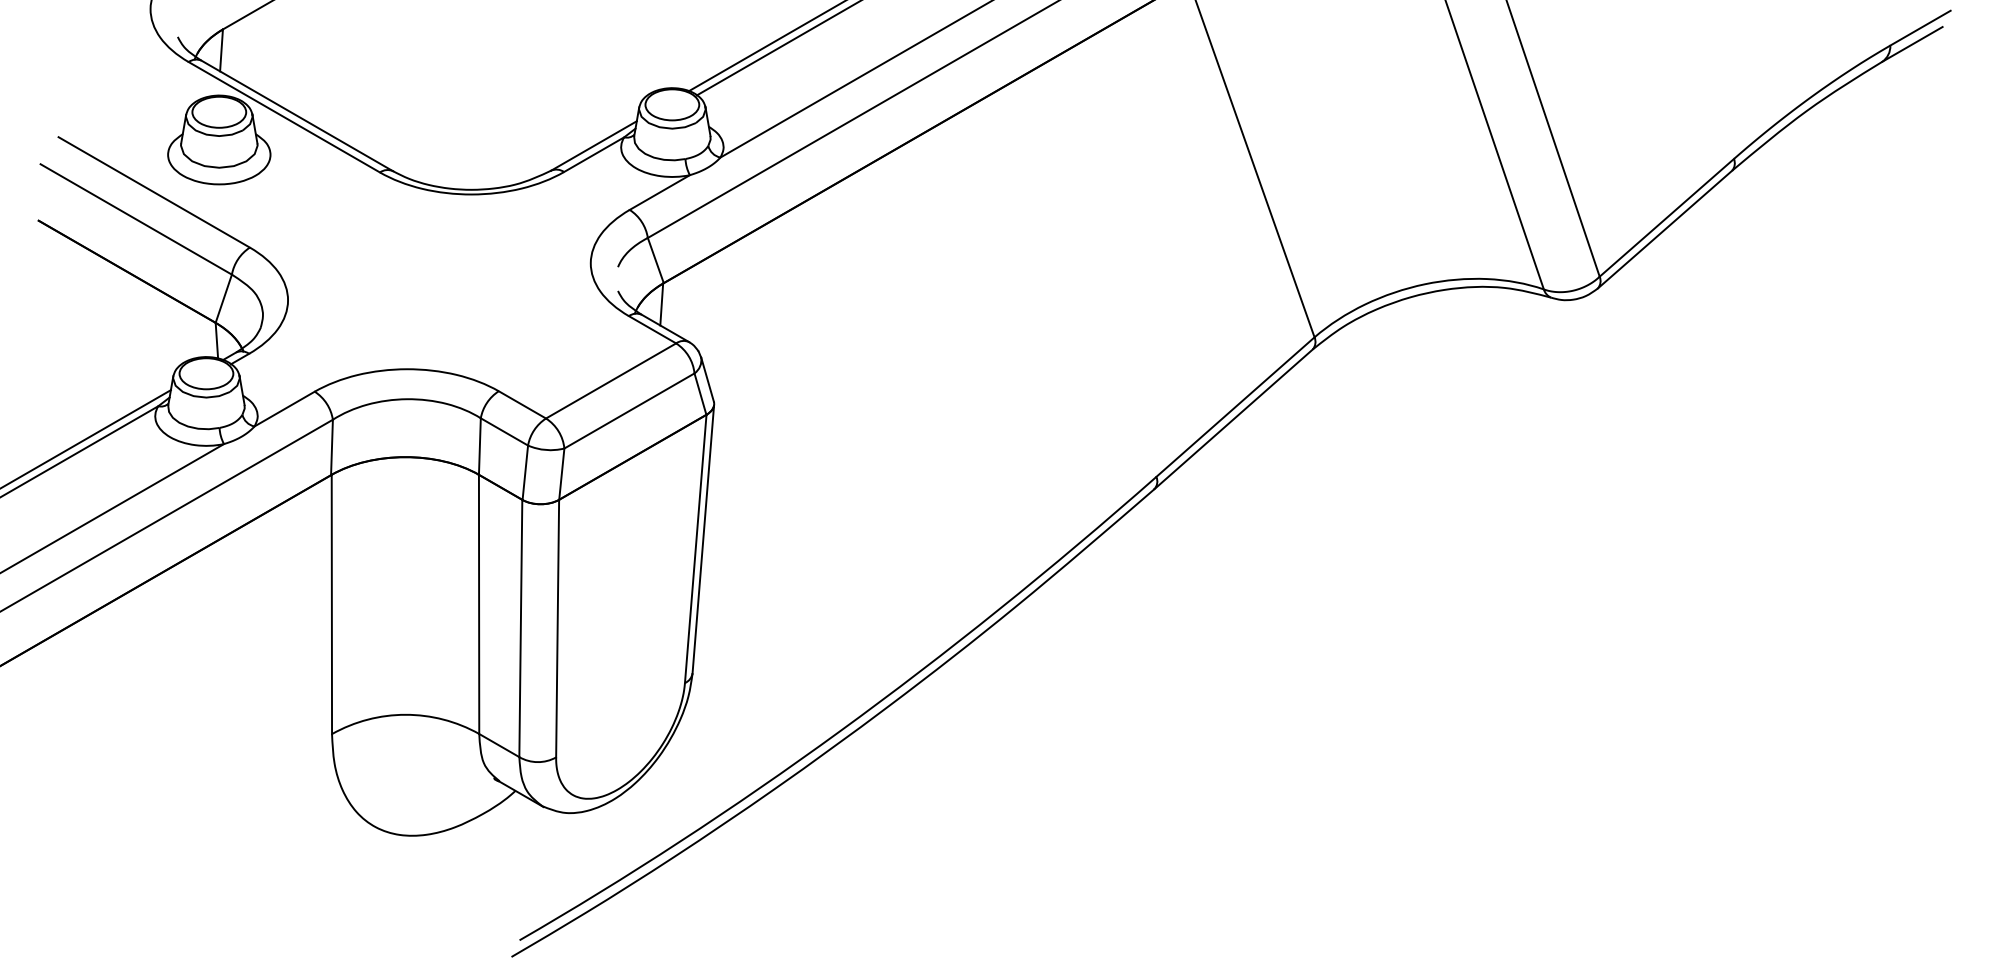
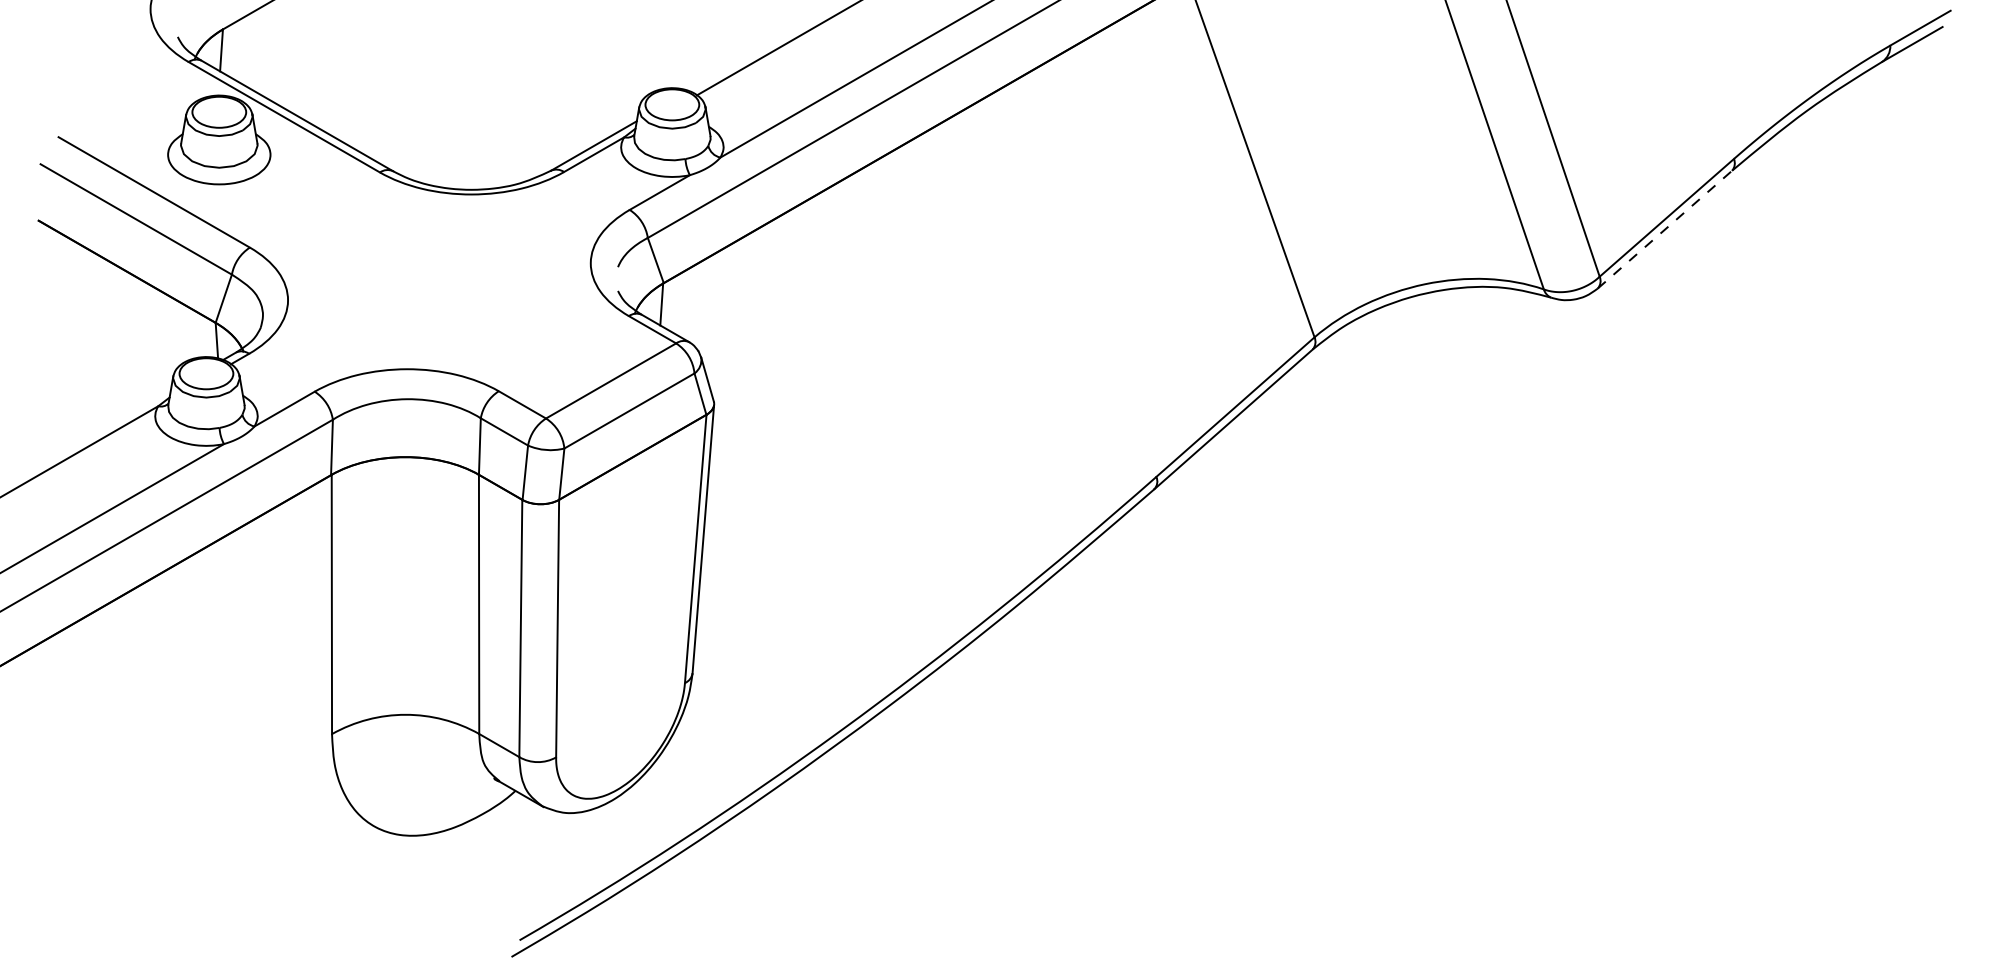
line at (765, 46): present -> none
line at (1665, 229): solid -> dashed
line at (86, 438): present -> none
